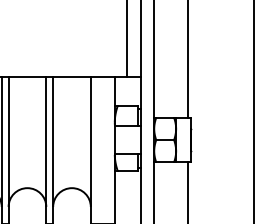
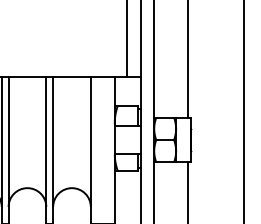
line at (253, 111) position: (253, 111) -> (243, 111)
